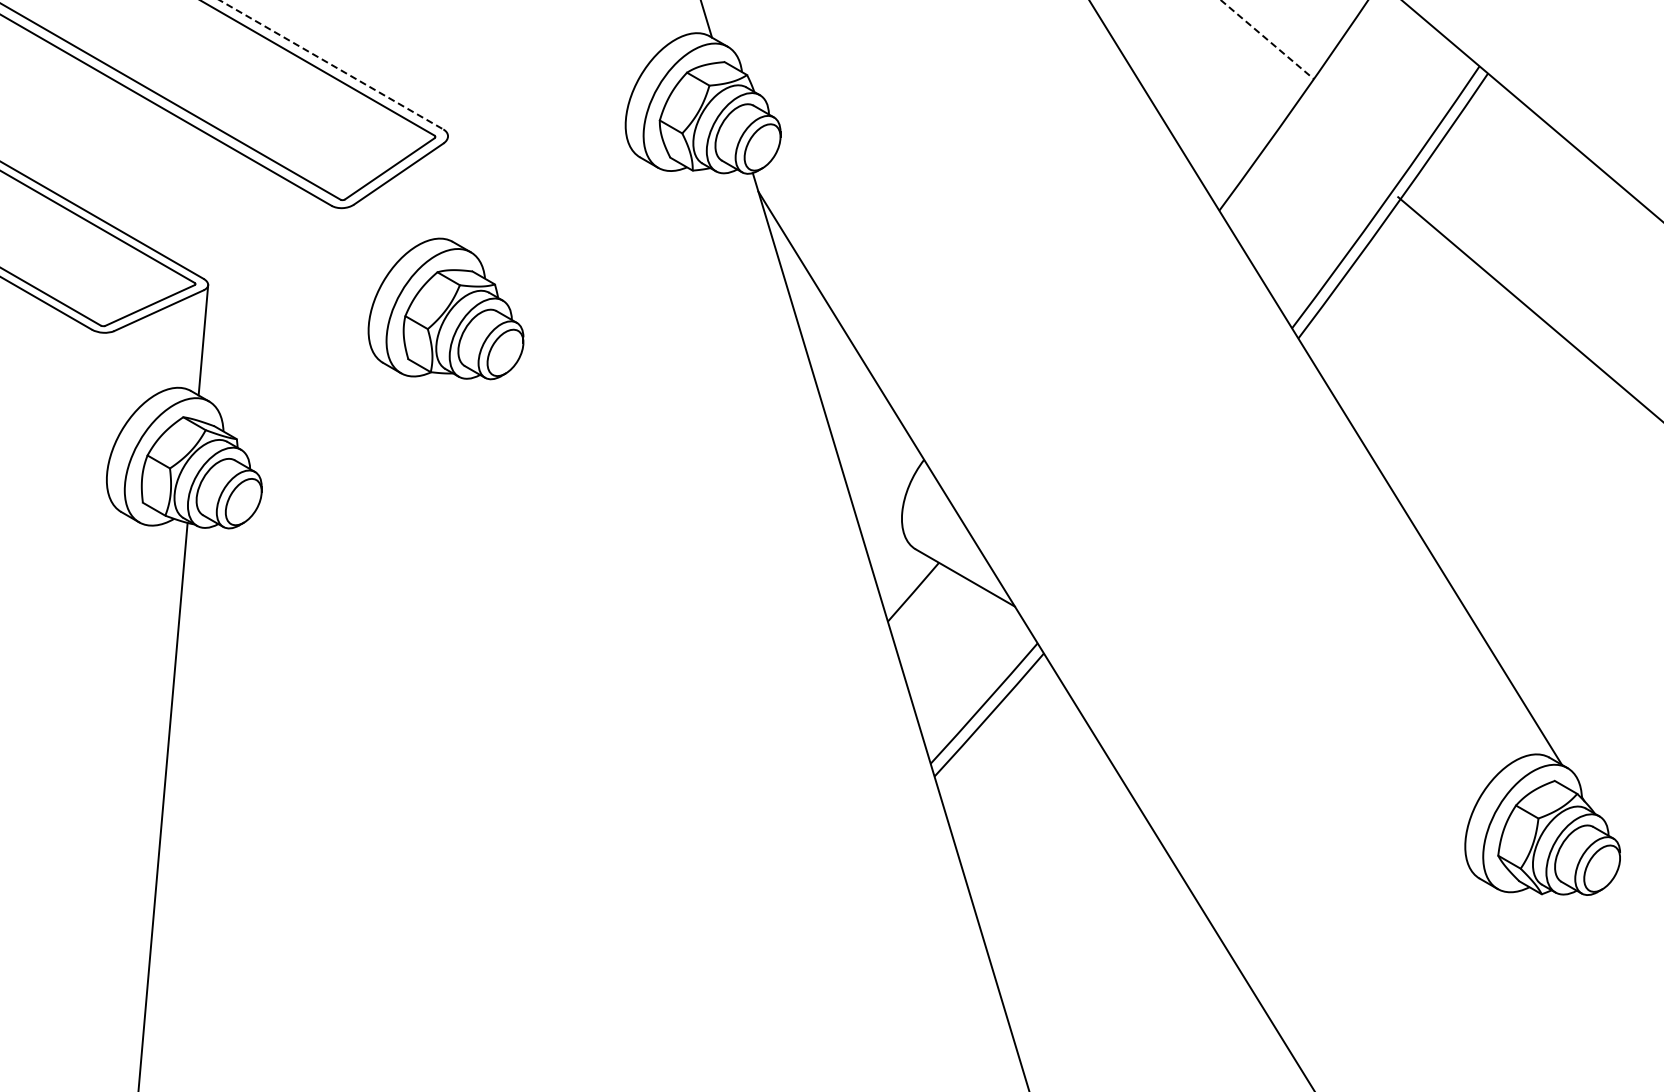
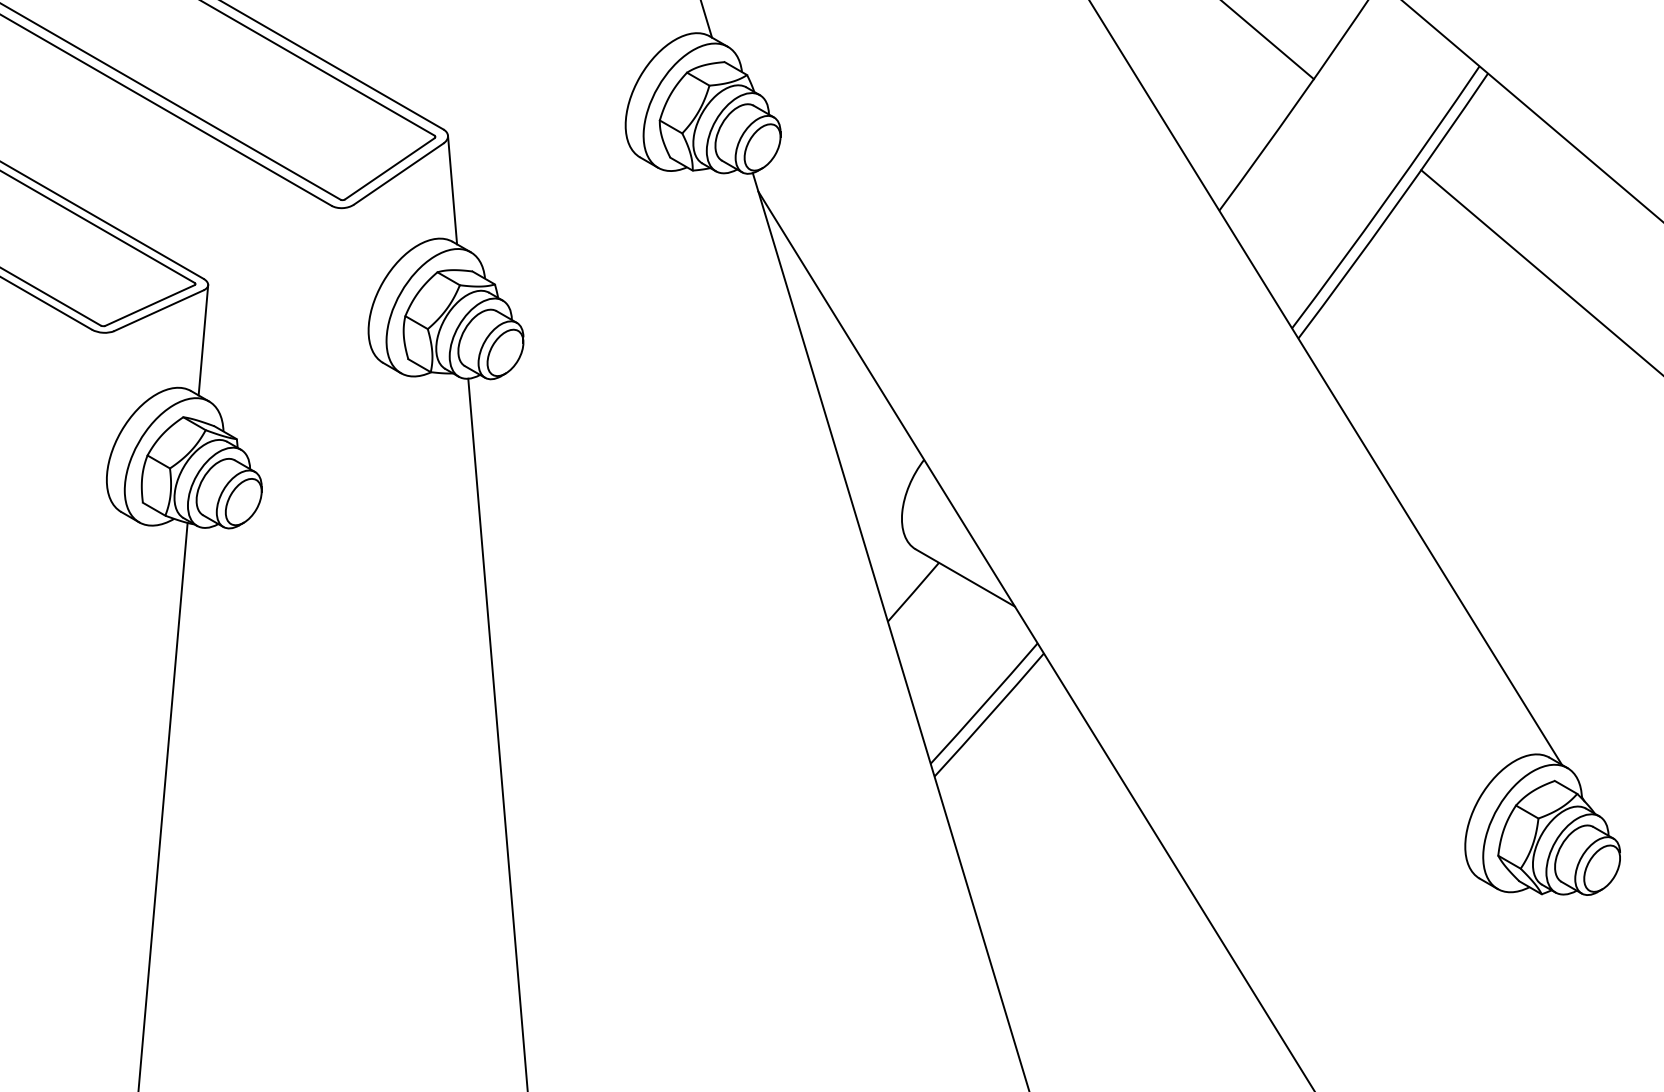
line at (1267, 39): dashed -> solid
line at (331, 65): dashed -> solid
line at (452, 189): none -> present
line at (1529, 308) position: (1529, 308) -> (1540, 271)
line at (497, 733): none -> present
